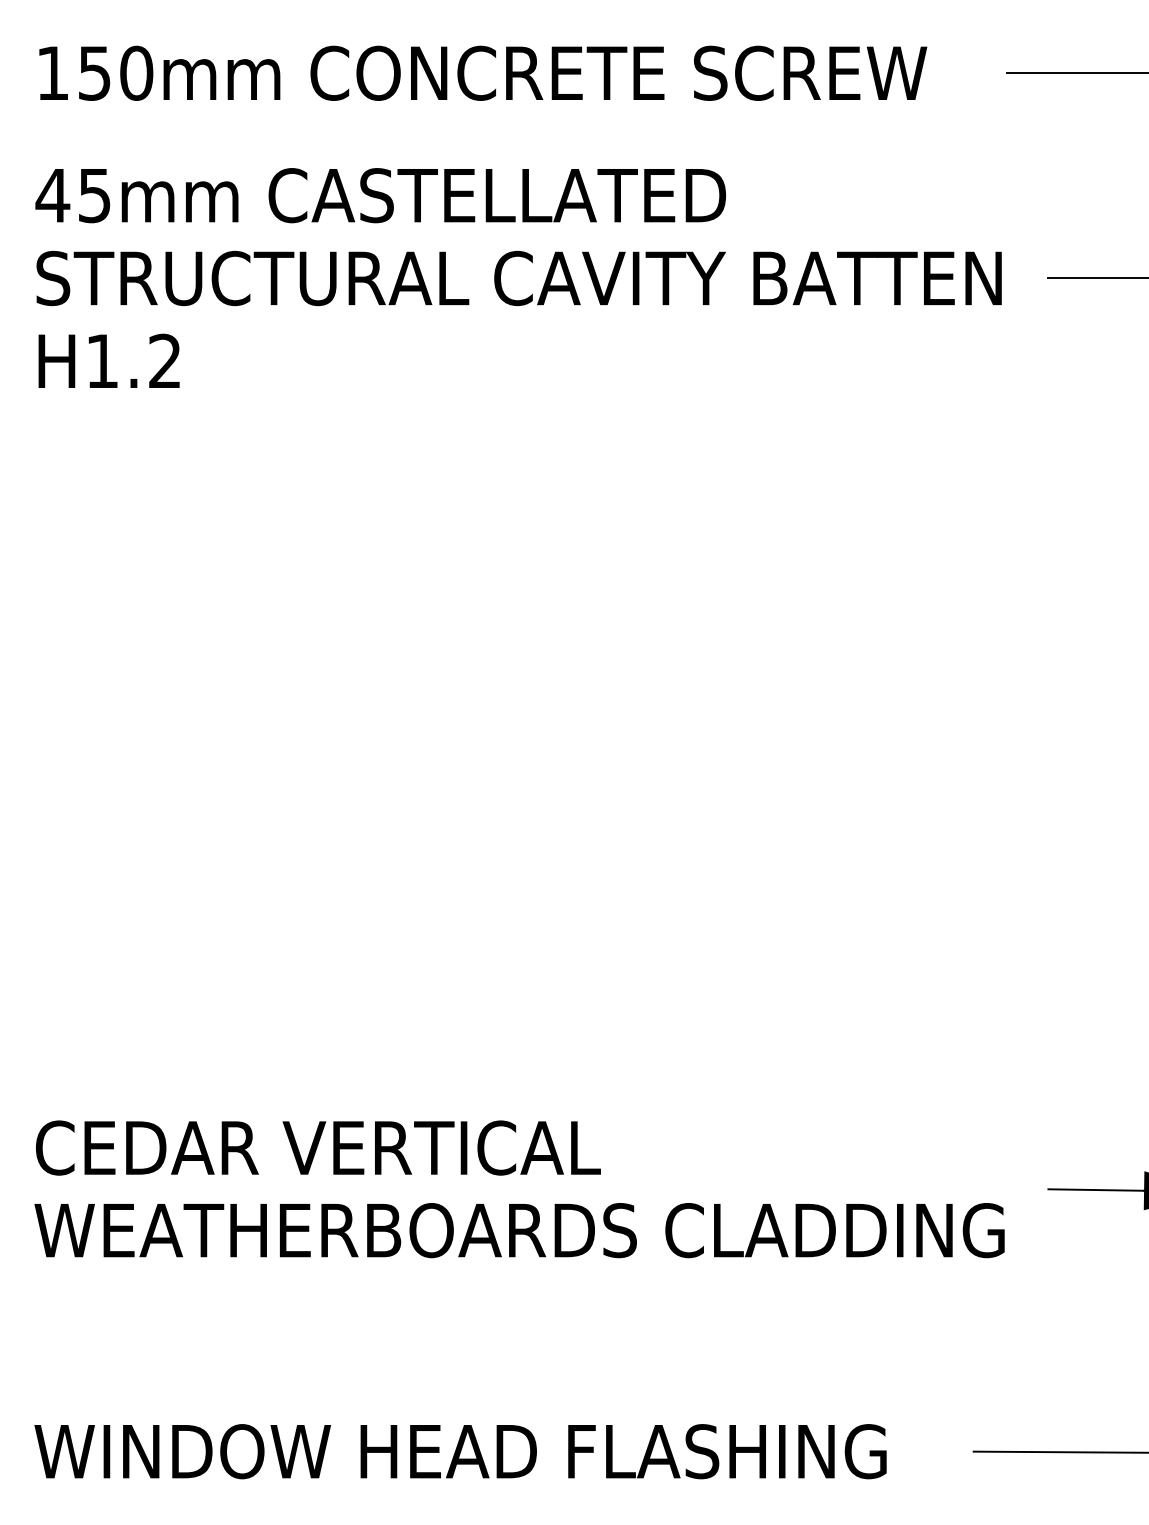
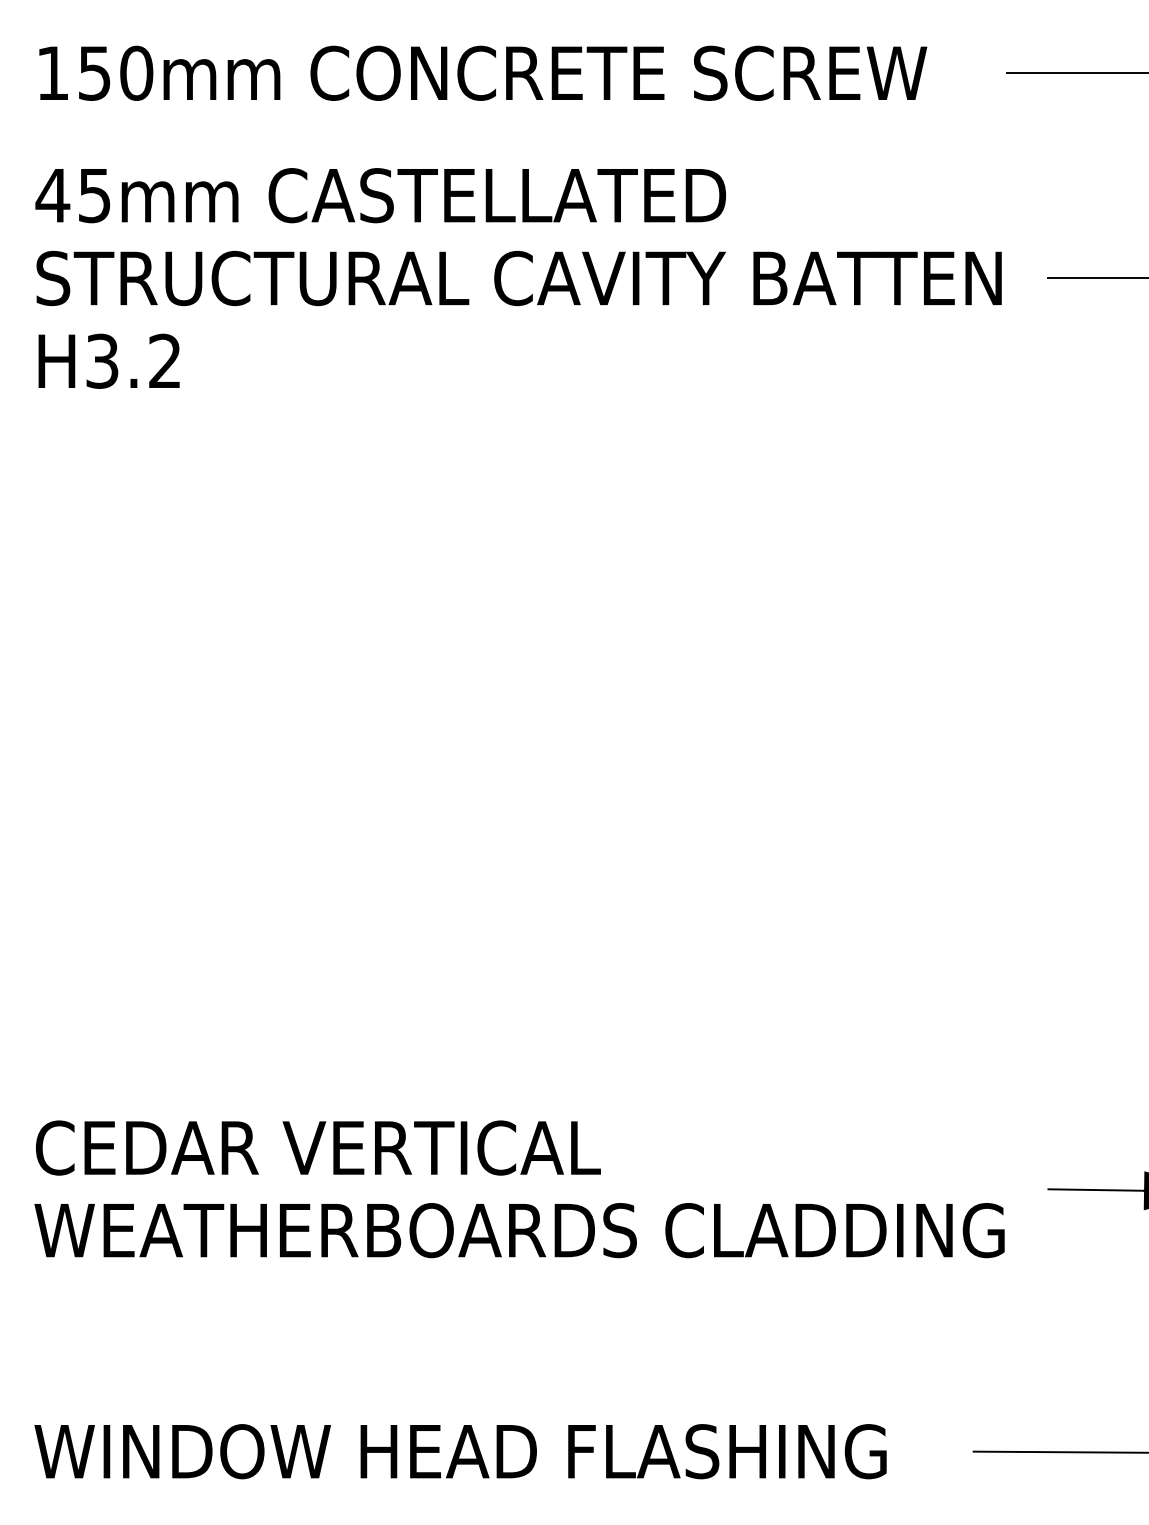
text at (102, 360): H1.2 -> H3.2
